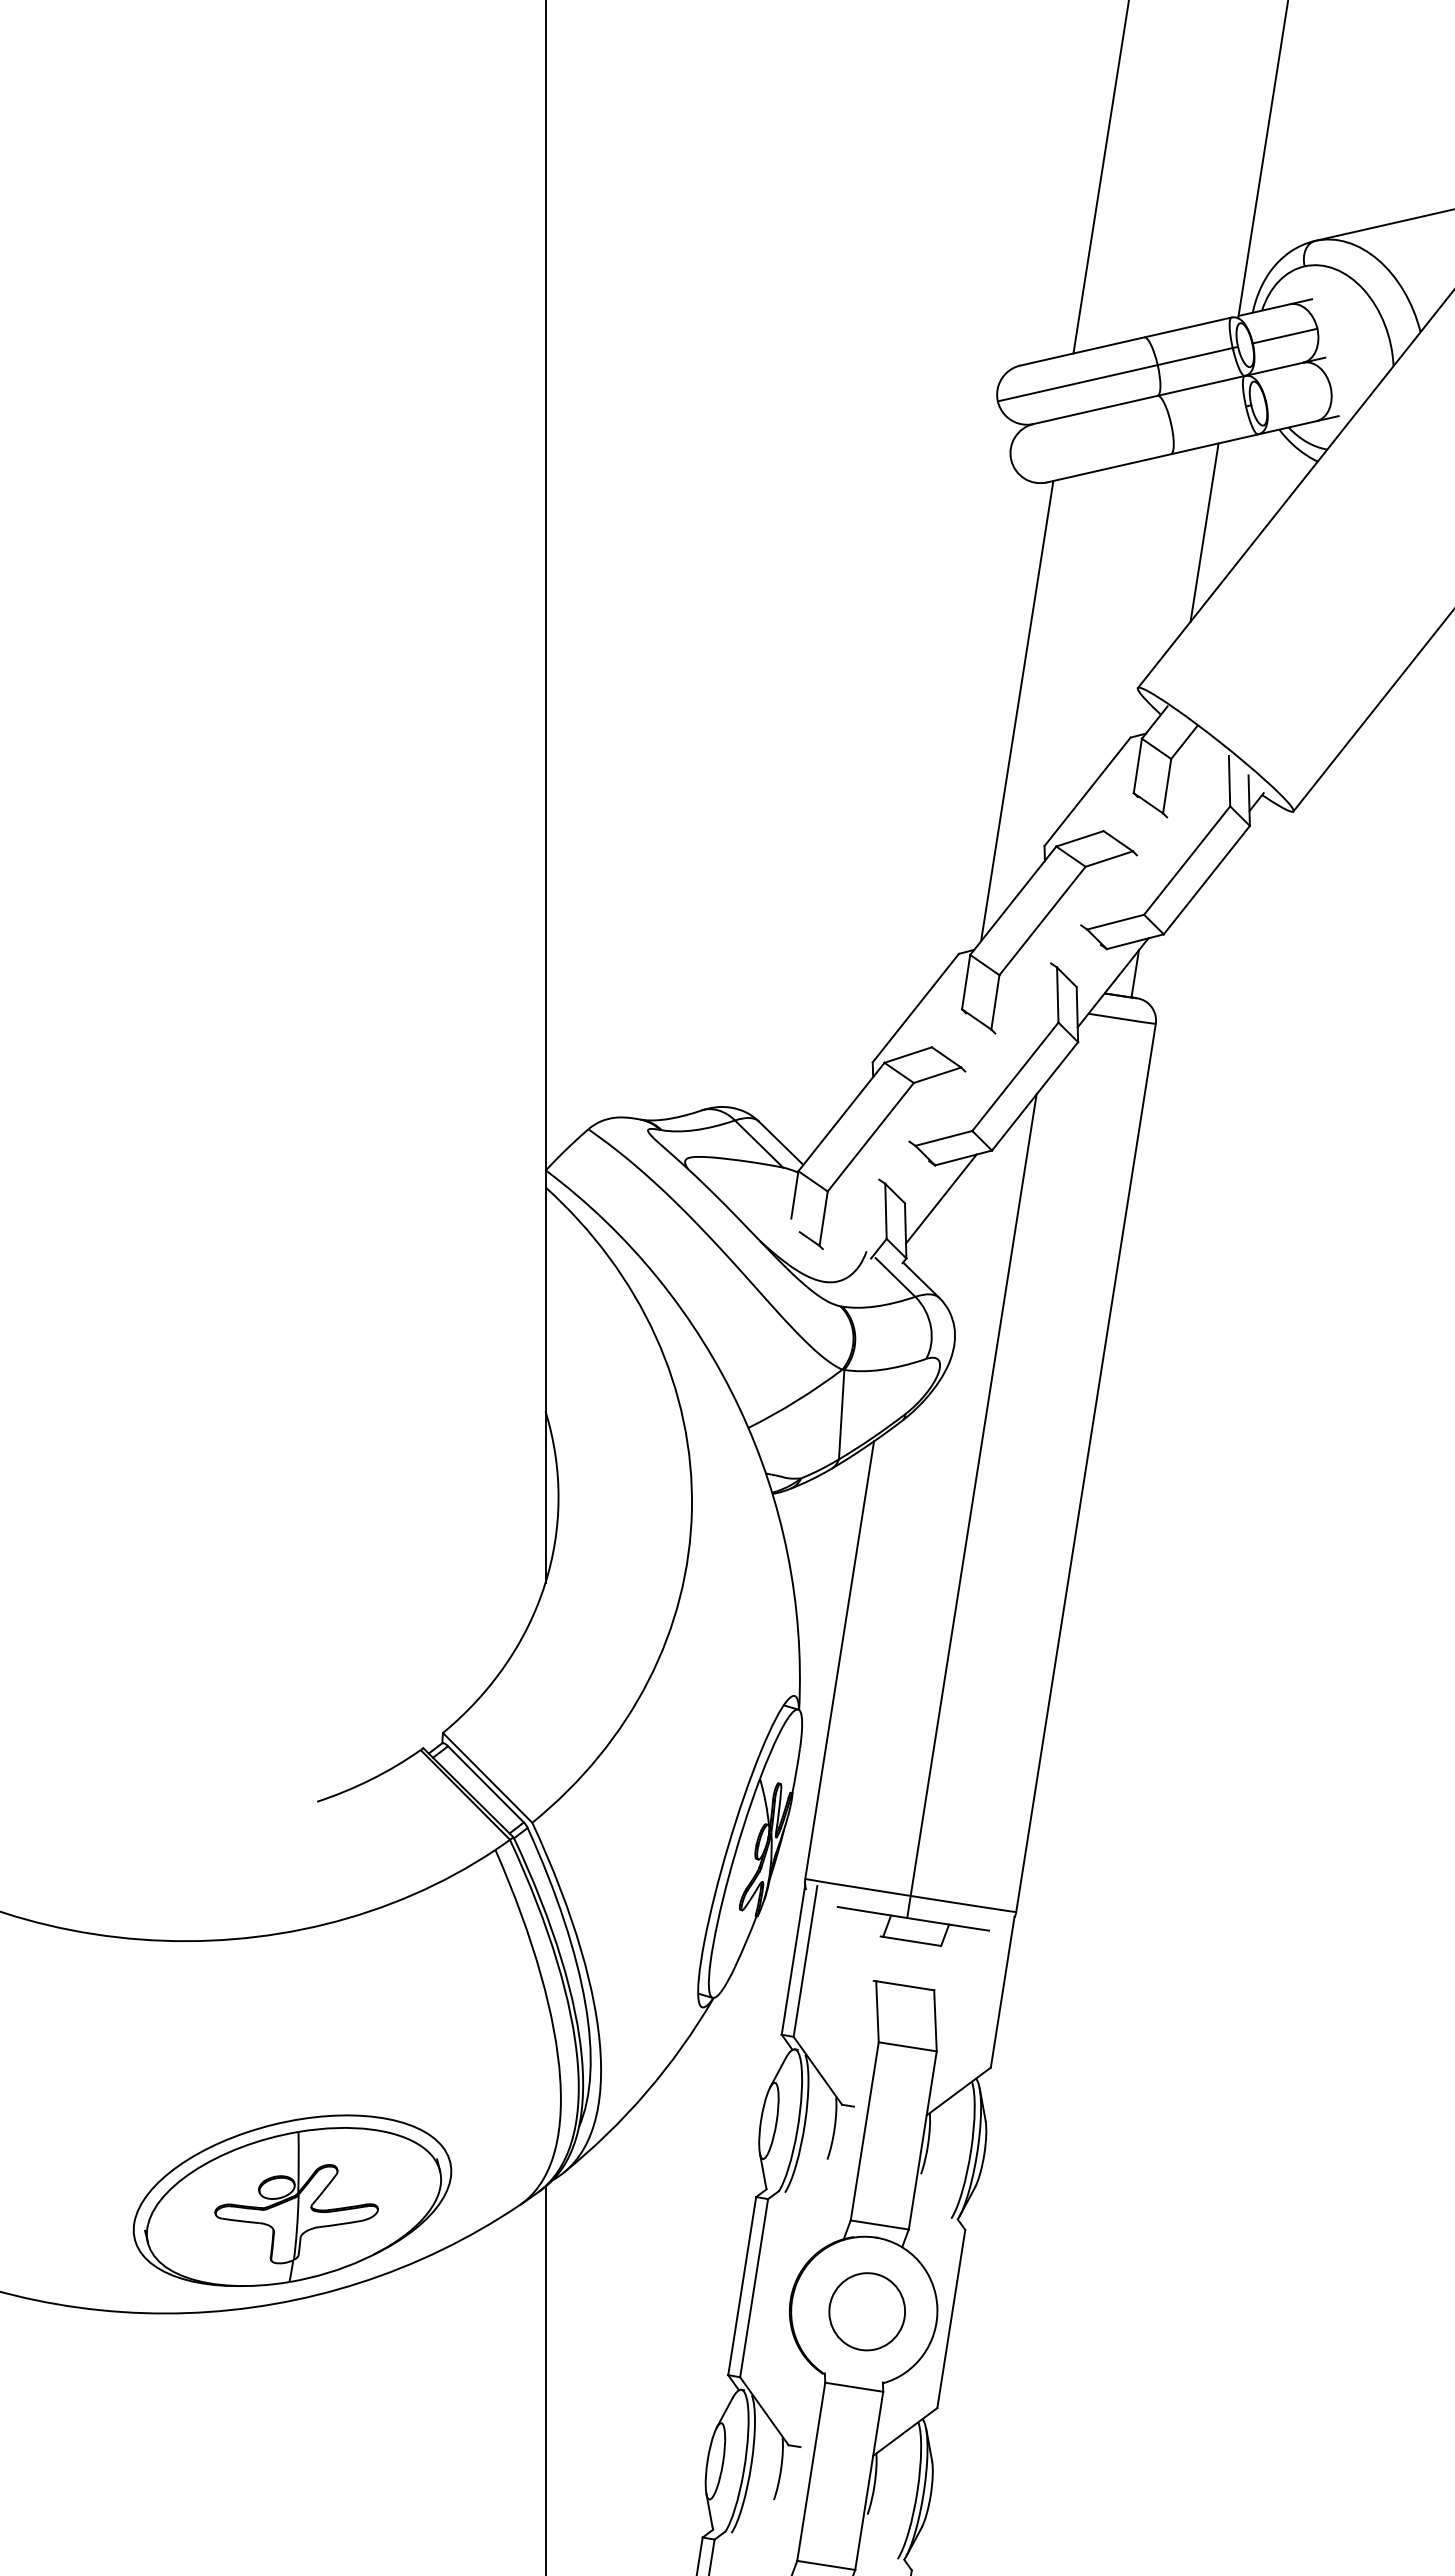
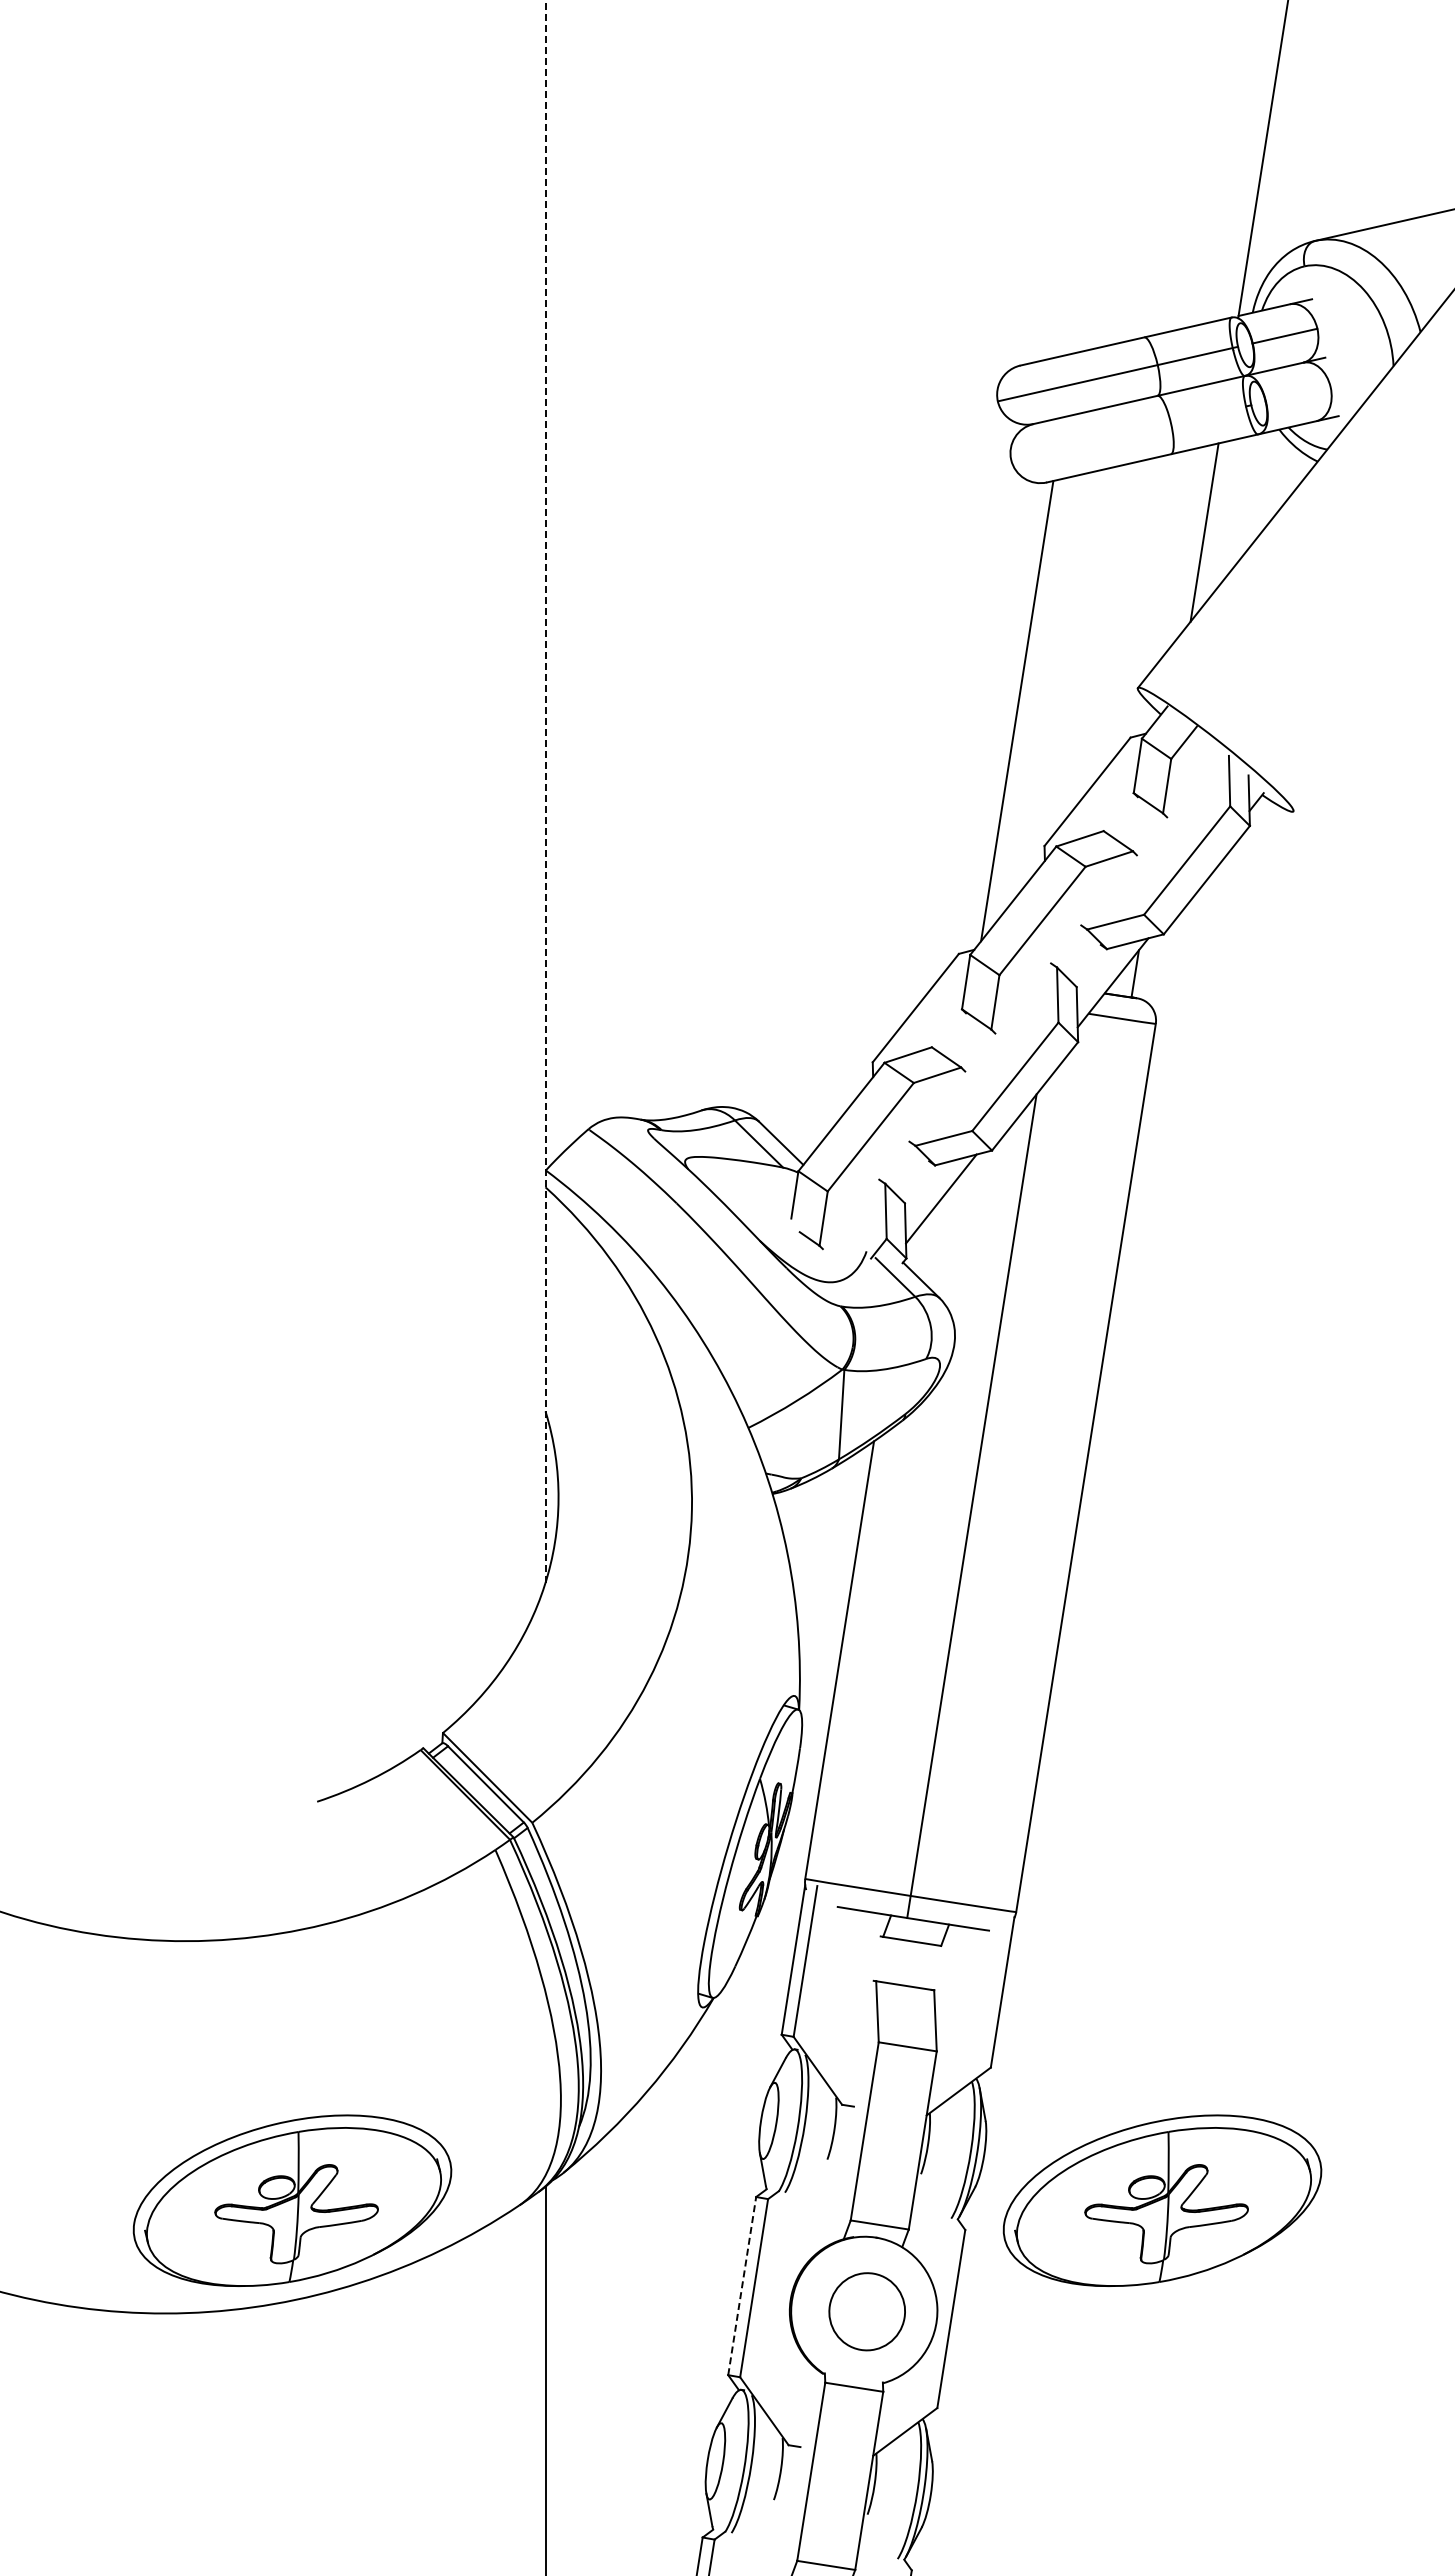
line at (1100, 177): present -> none
line at (1372, 711): present -> none
line at (545, 791): solid -> dashed
part at (1162, 2200): none -> present
line at (742, 2285): solid -> dashed
